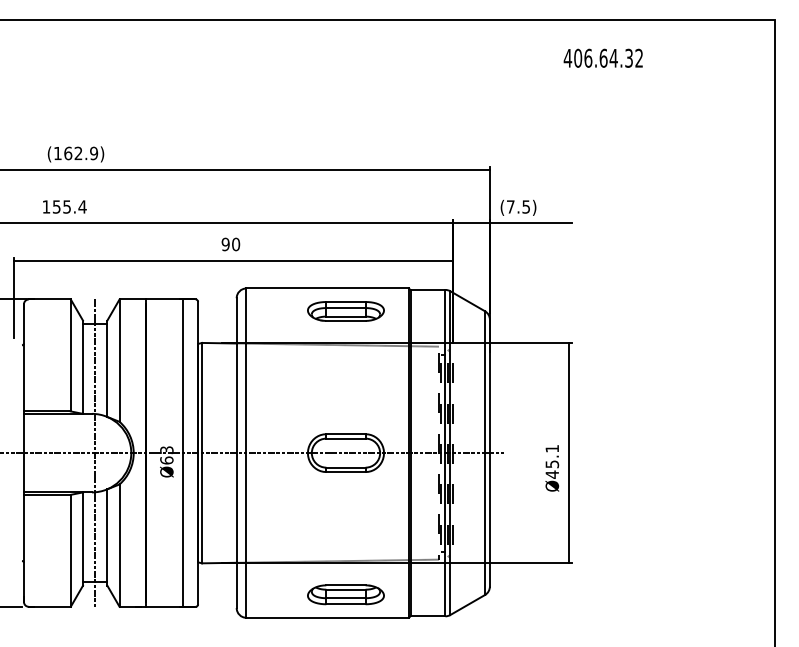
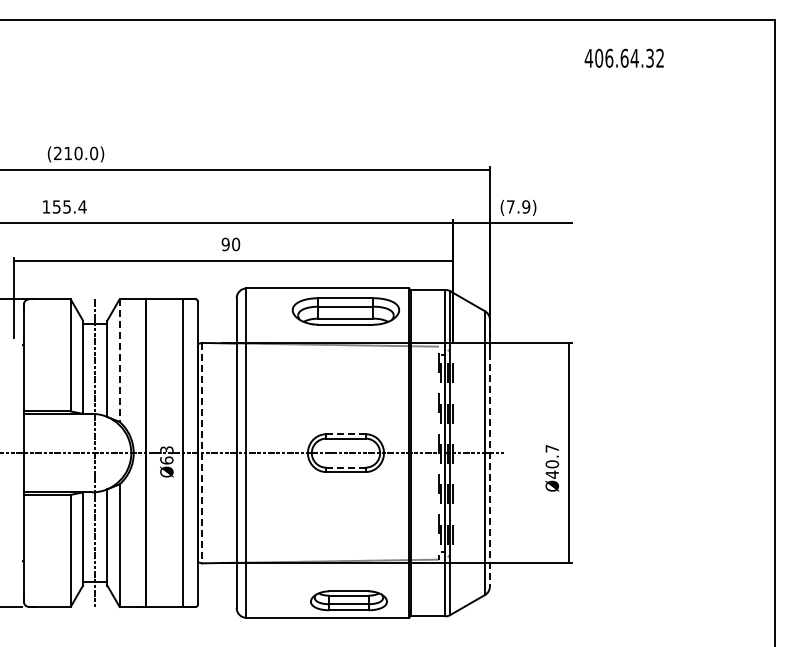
text at (602, 57) position: (602, 57) -> (623, 57)
text at (75, 153): (162.9) -> (210.0)
text at (526, 206): (7.5) -> (7.9)
part at (345, 311) size: 78x21 px -> 110x29 px
line at (119, 361): solid -> dashed
line at (345, 434): solid -> dashed
line at (202, 453): solid -> dashed
line at (489, 453): solid -> dashed
text at (552, 456): Ø45.1 -> Ø40.7
line at (345, 467): solid -> dashed
part at (345, 594) position: (345, 594) -> (348, 600)
